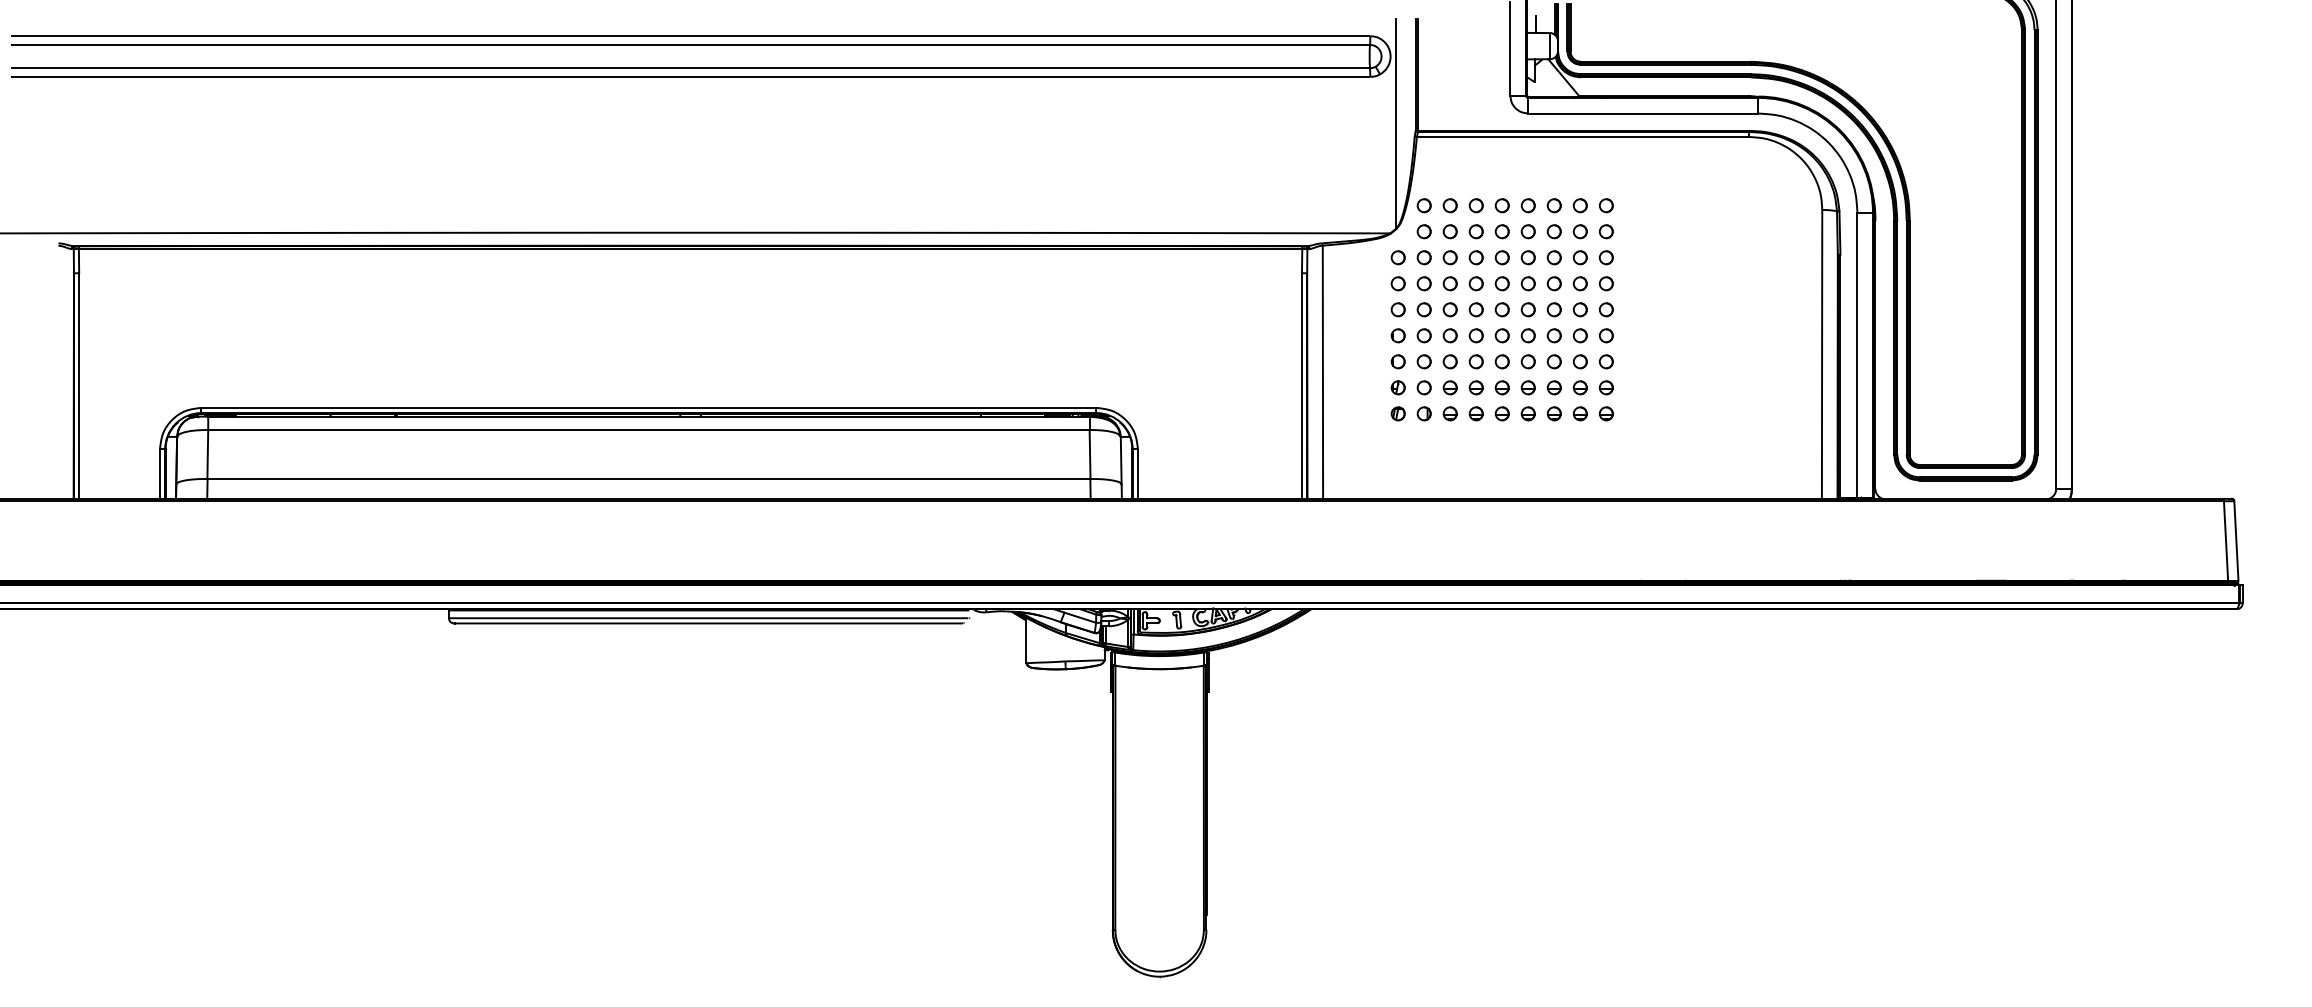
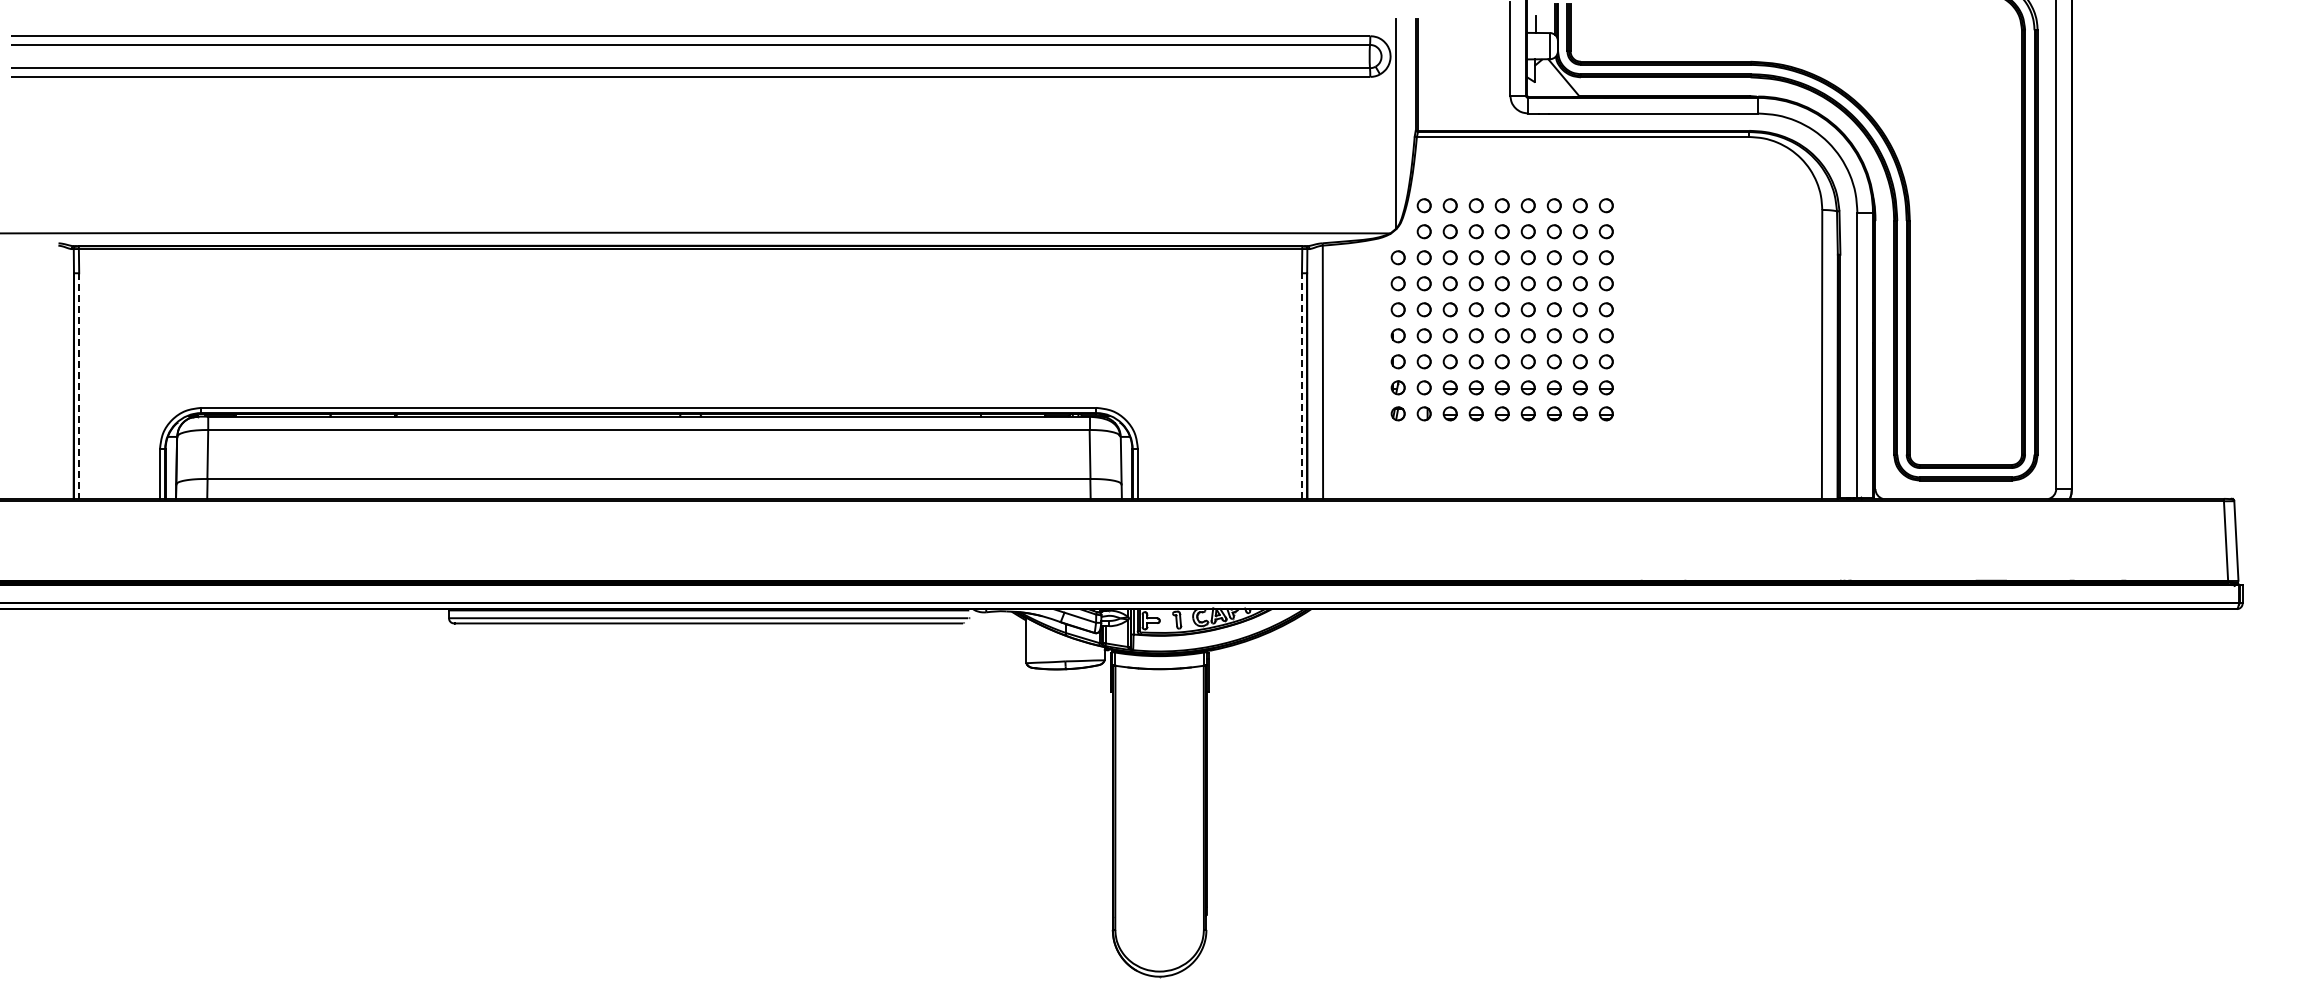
line at (79, 386): solid -> dashed
line at (1301, 386): solid -> dashed
